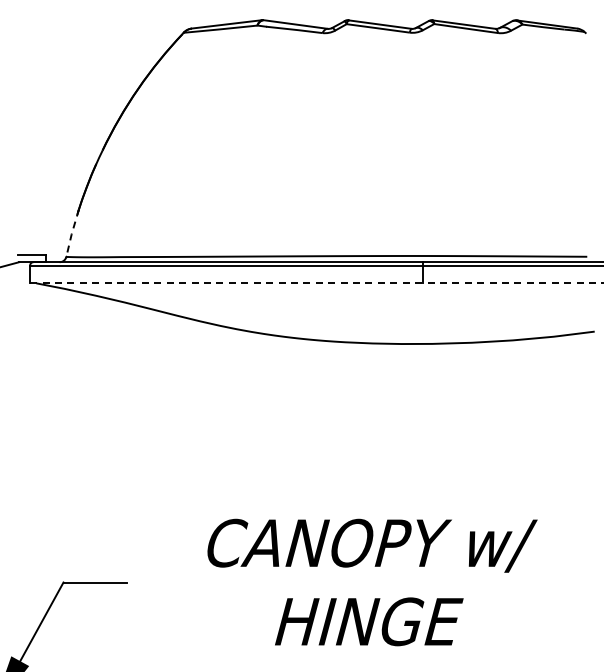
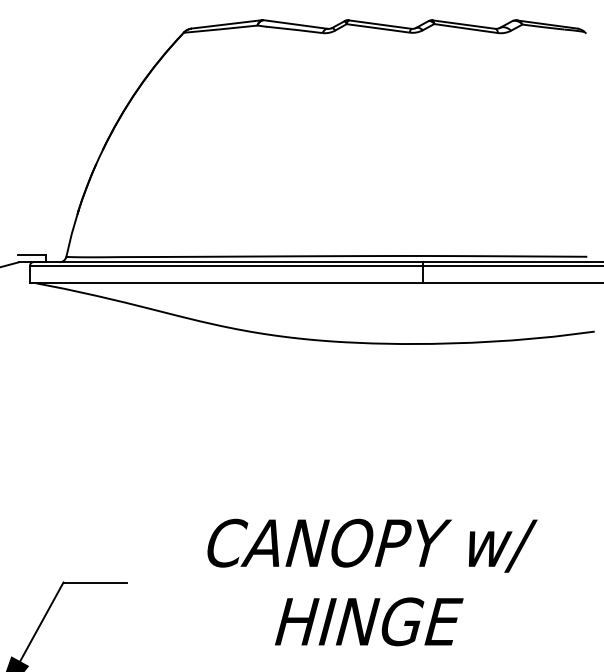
line at (71, 234): dashed -> solid
line at (317, 283): dashed -> solid
